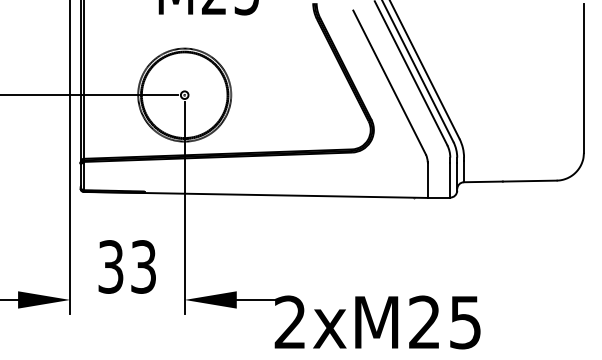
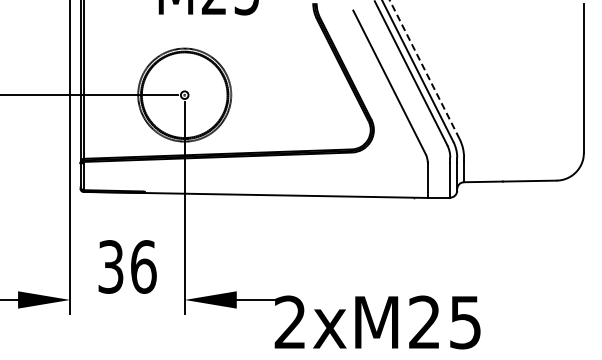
line at (424, 69): solid -> dashed
text at (143, 266): 33 -> 36
